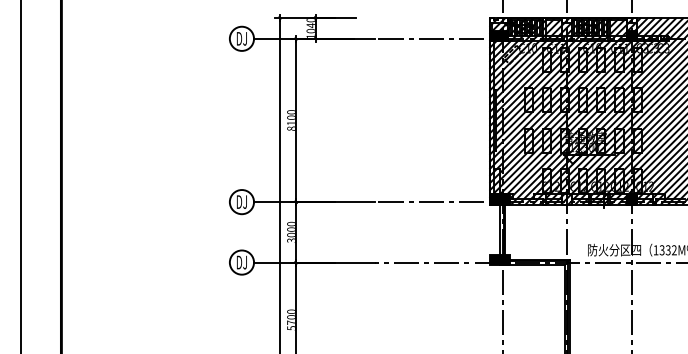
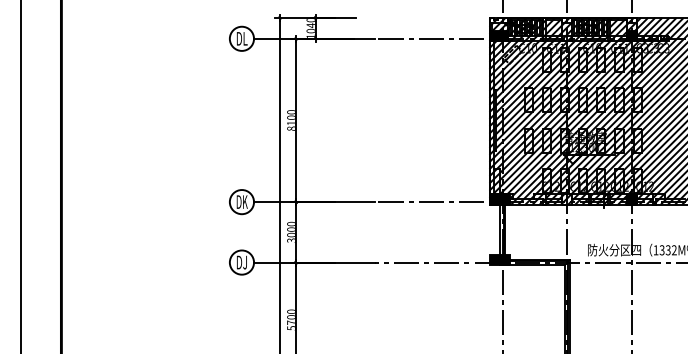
text at (245, 38): DJ -> DL
text at (242, 201): DJ -> DK
